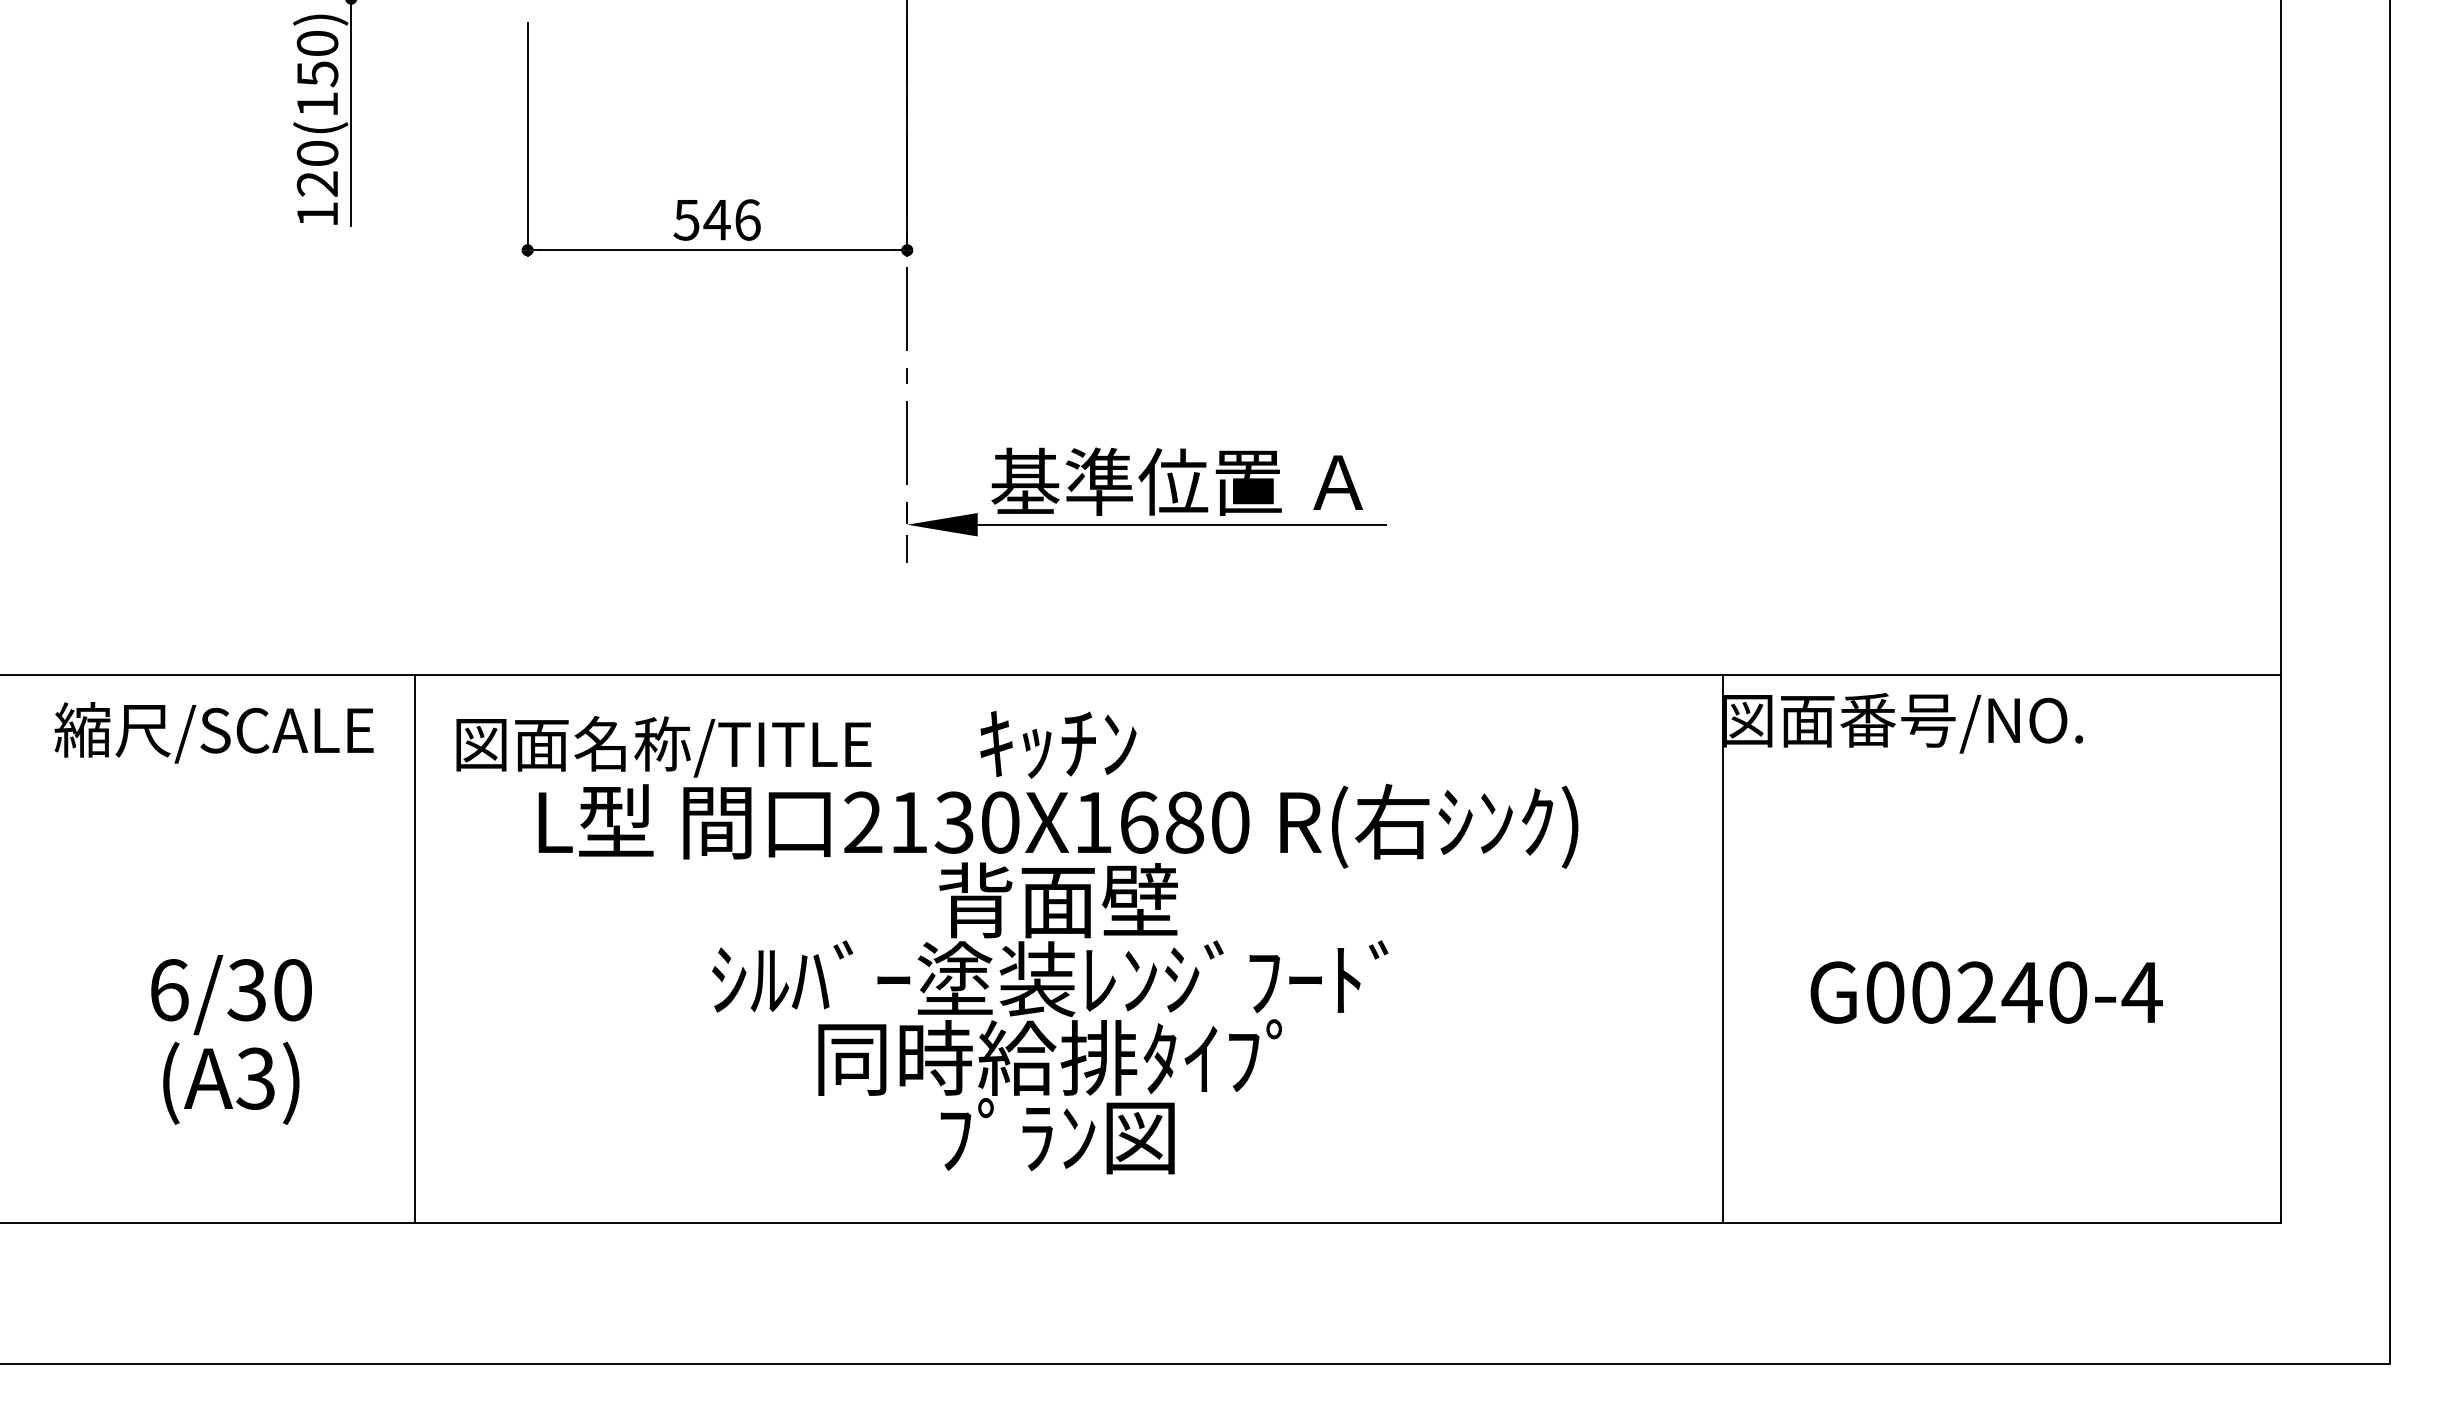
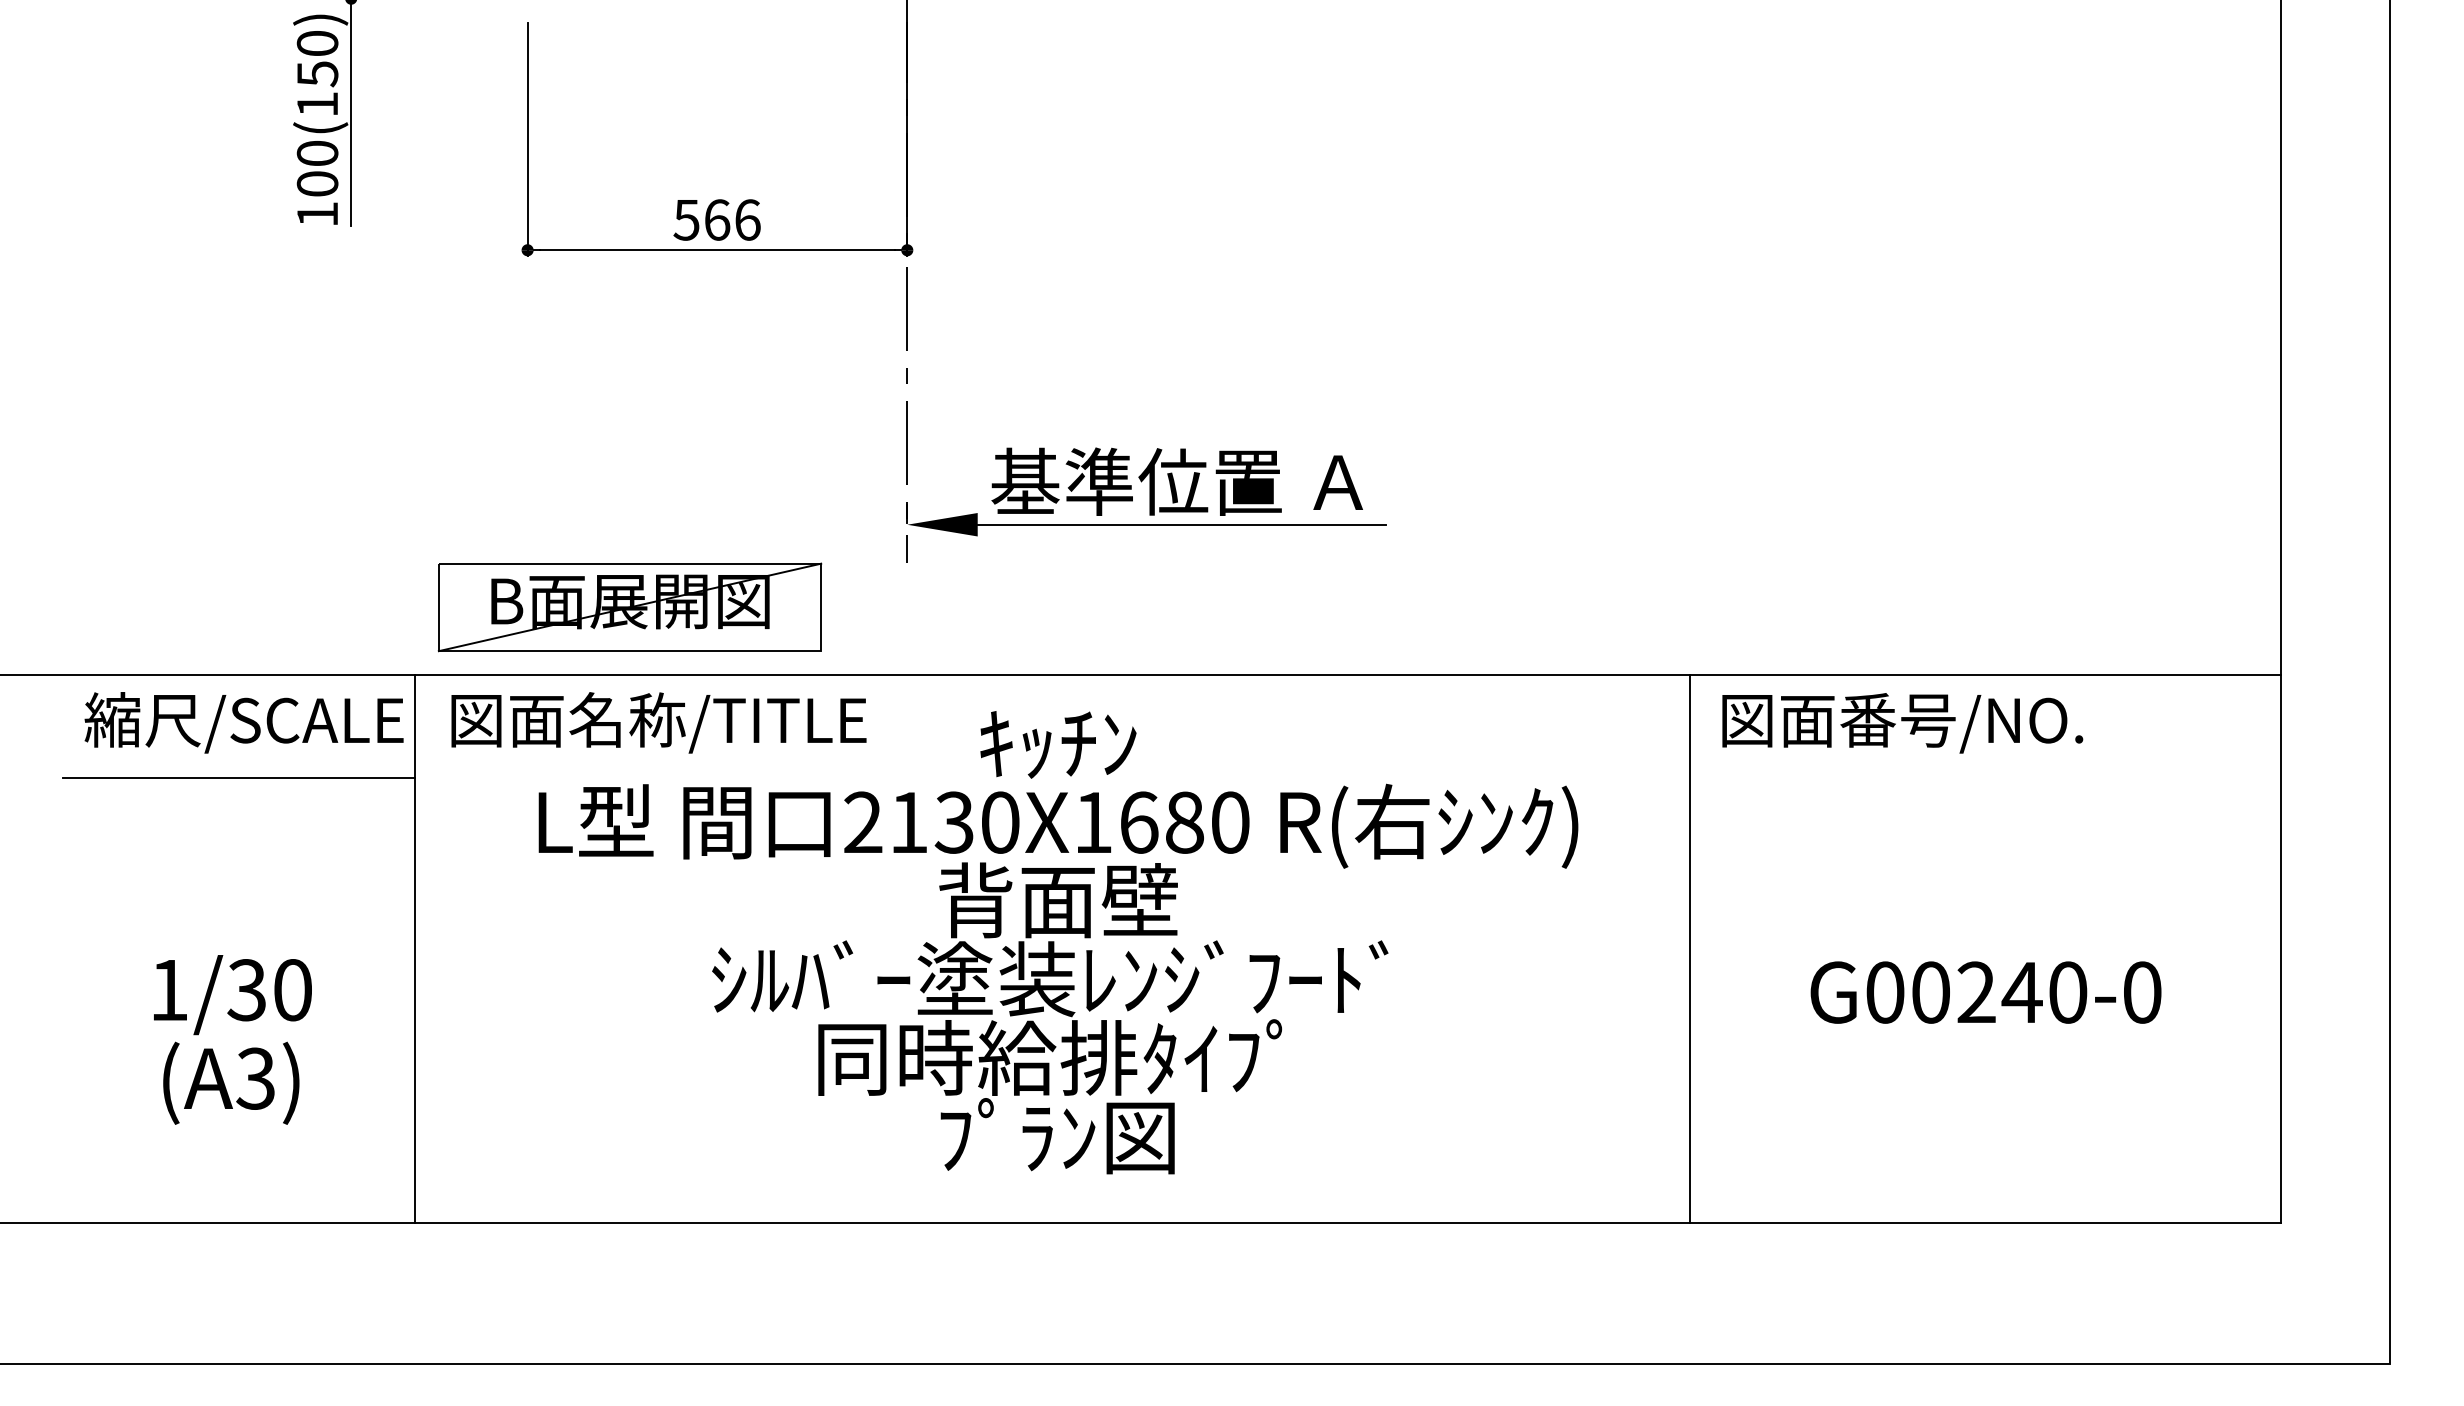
text at (317, 183): 120(150) -> 100(150)
text at (716, 219): 546 -> 566
part at (629, 607): none -> present
text at (213, 732) position: (213, 732) -> (243, 722)
text at (663, 746) position: (663, 746) -> (658, 722)
line at (238, 778): none -> present
line at (1723, 948) position: (1723, 948) -> (1690, 948)
text at (169, 990): 6/30 -> 1/30
text at (2141, 992): G00240-4 -> G00240-0
